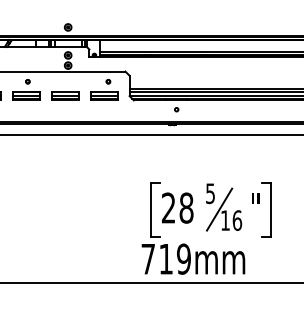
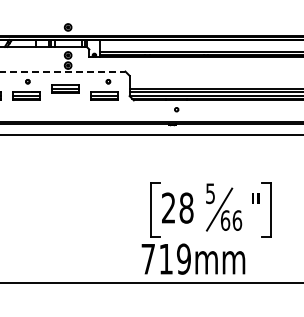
line at (63, 71): solid -> dashed
part at (65, 95) position: (65, 95) -> (65, 88)
text at (225, 220): 16 -> 66
